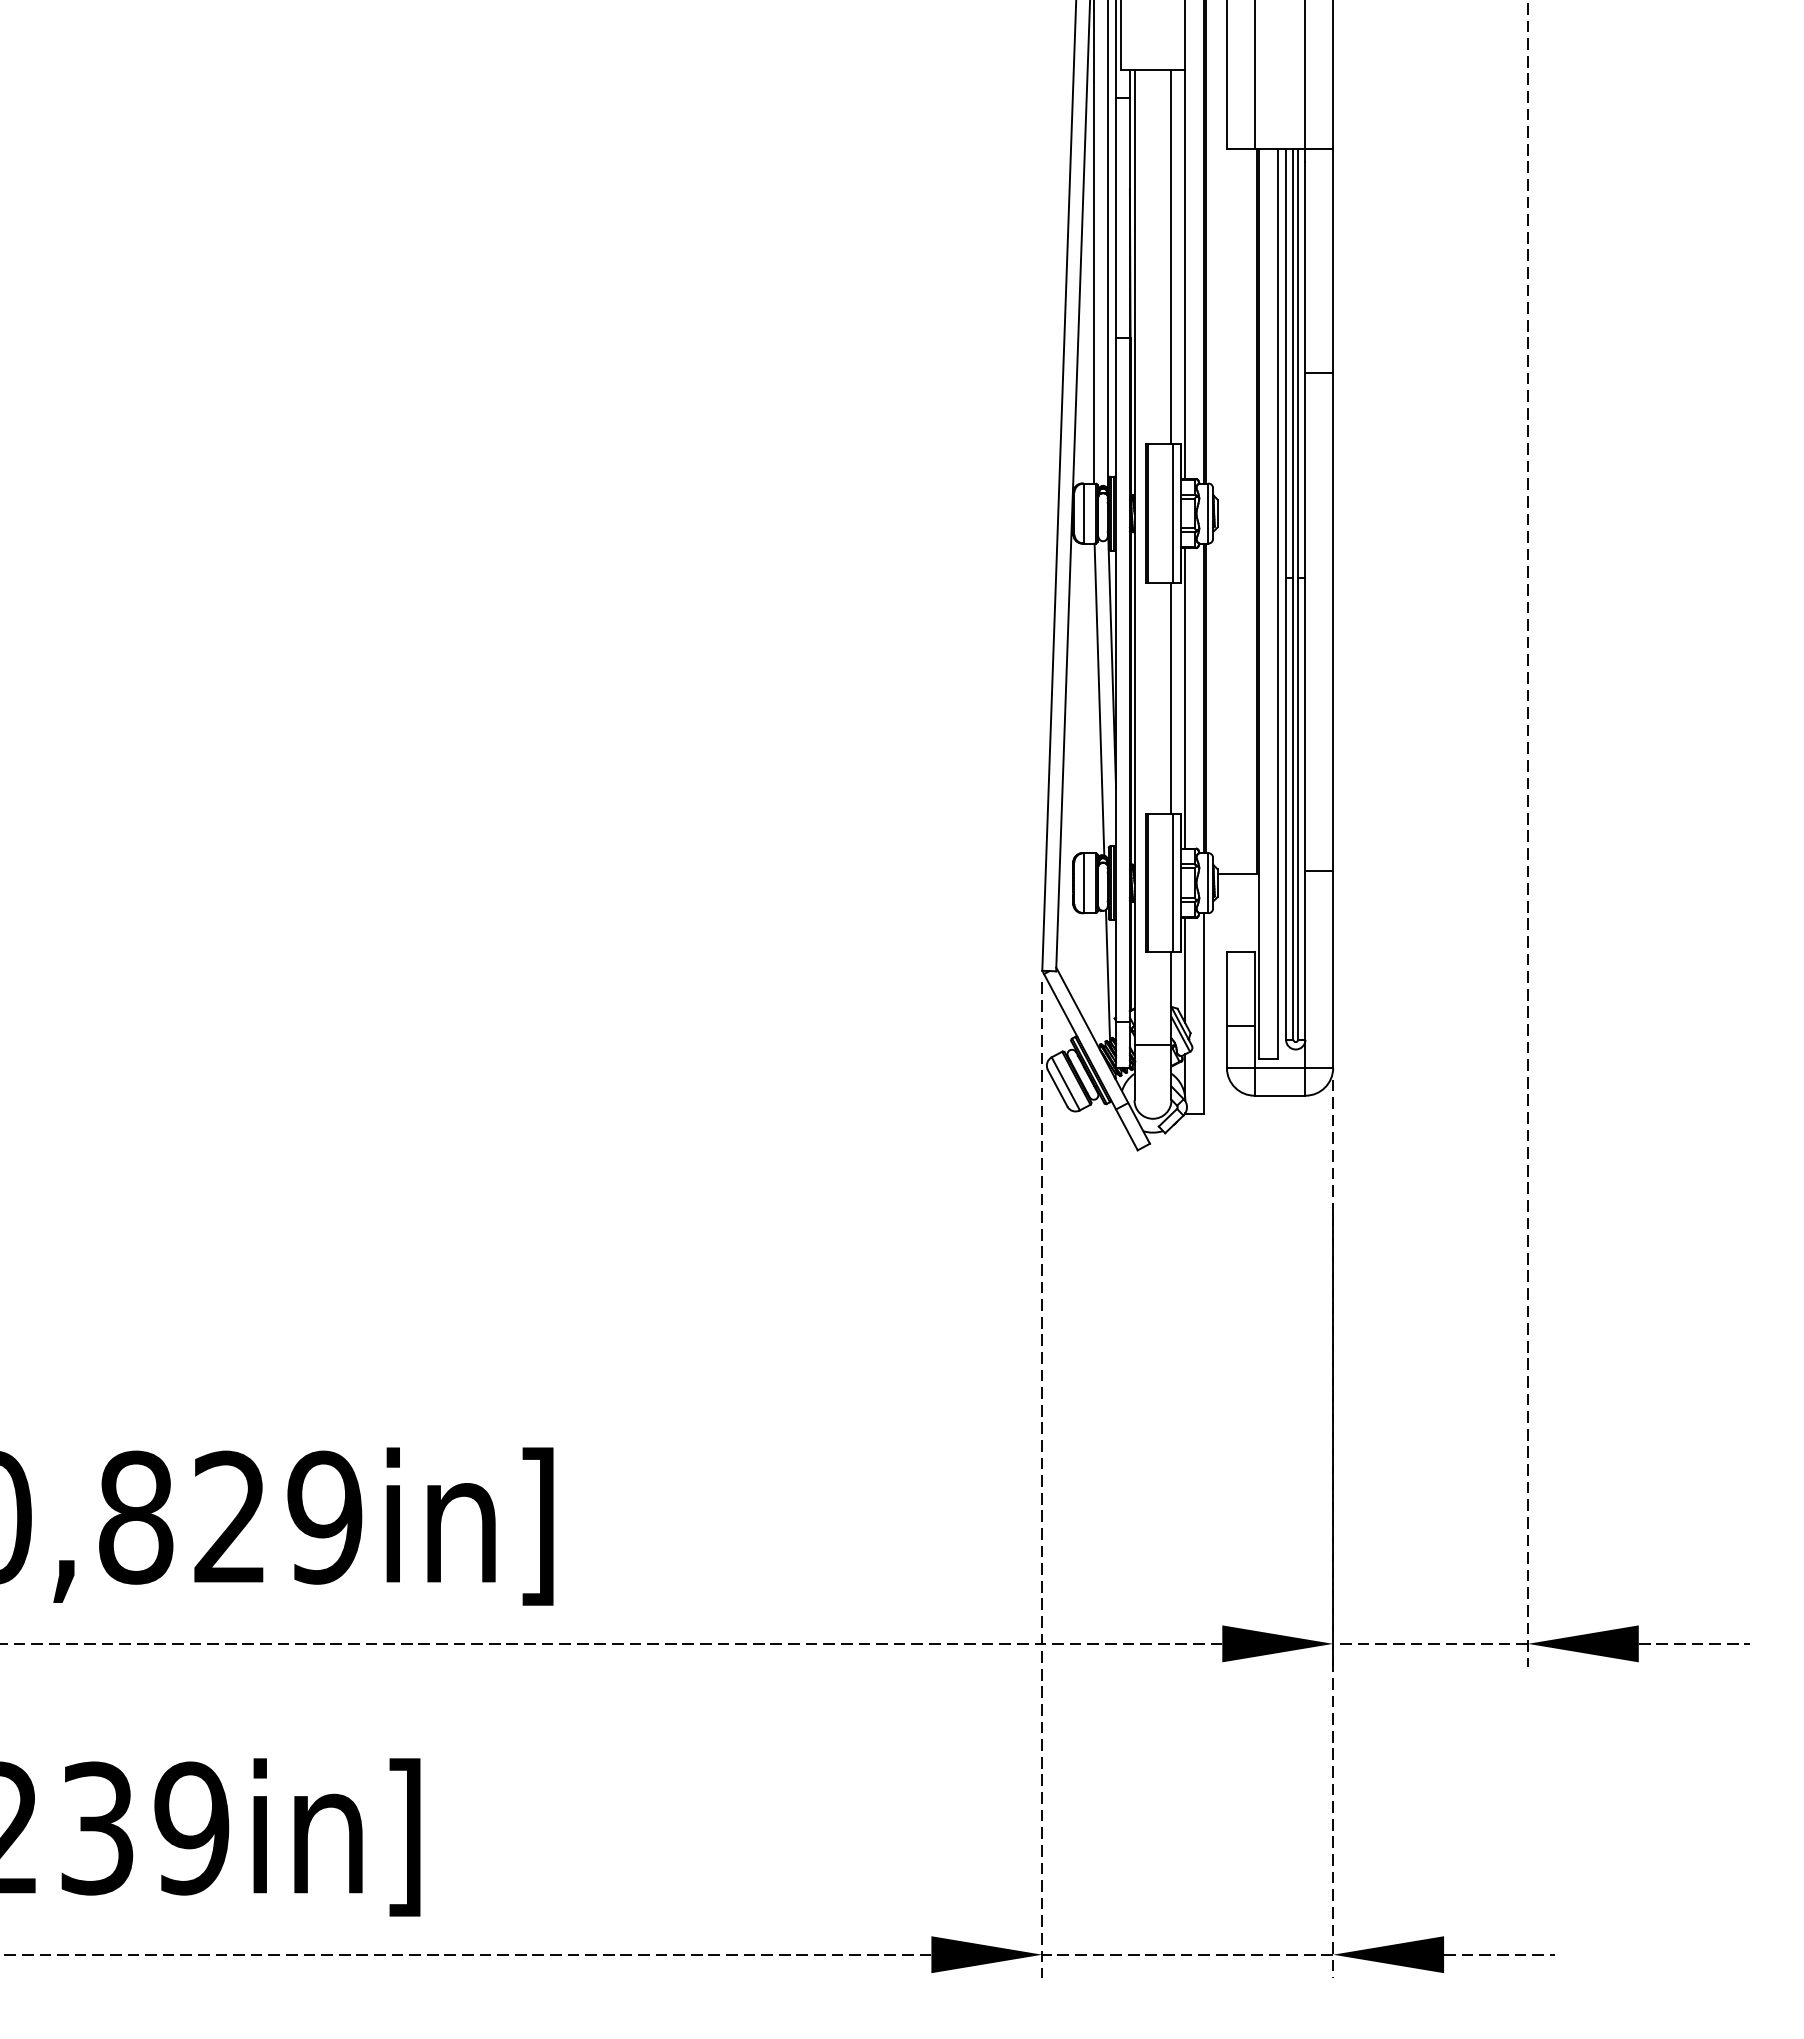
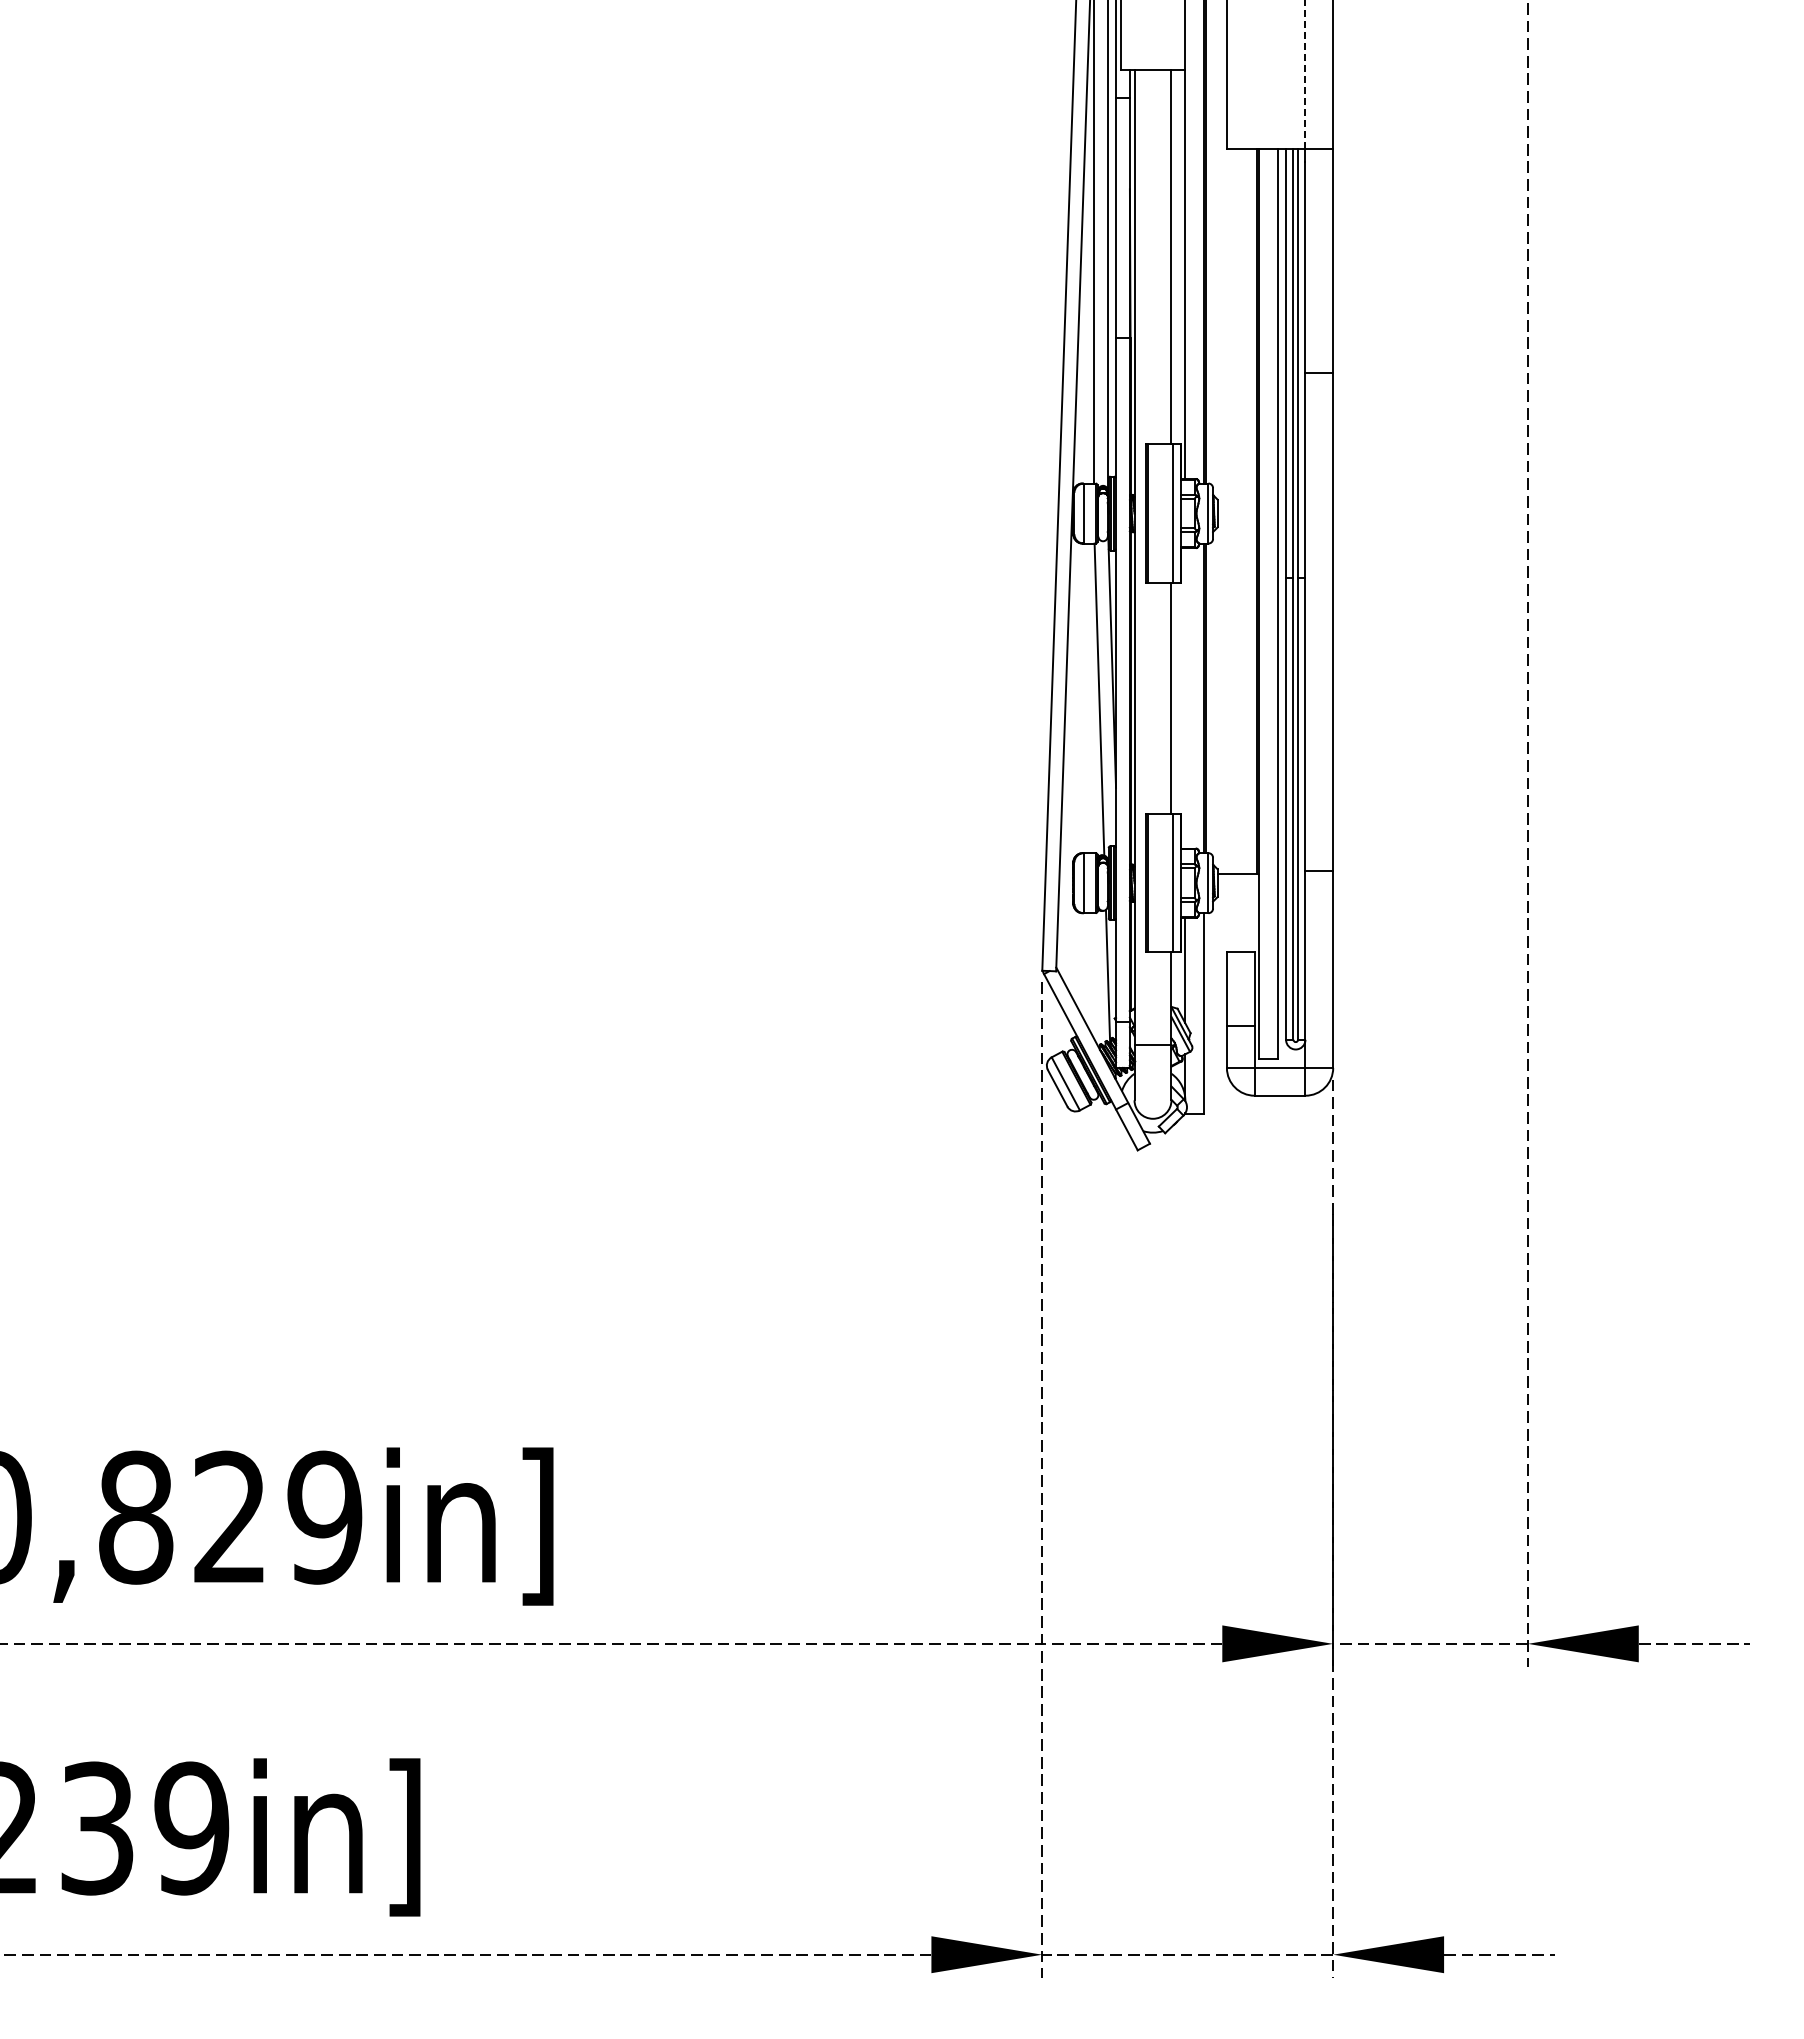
line at (1305, 74): solid -> dashed
line at (1254, 75): present -> none
line at (1185, 697): present -> none
